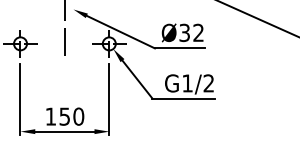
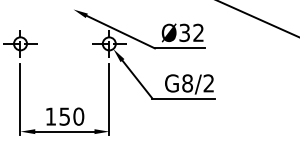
line at (64, 29): present -> none
text at (187, 83): G1/2 -> G8/2
